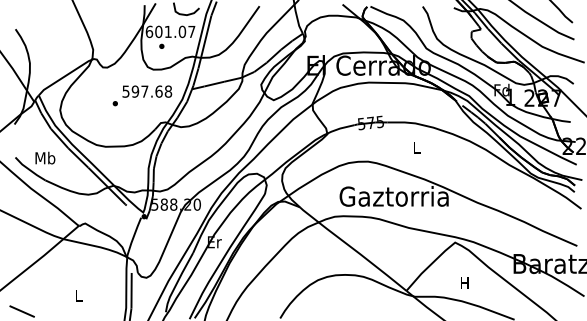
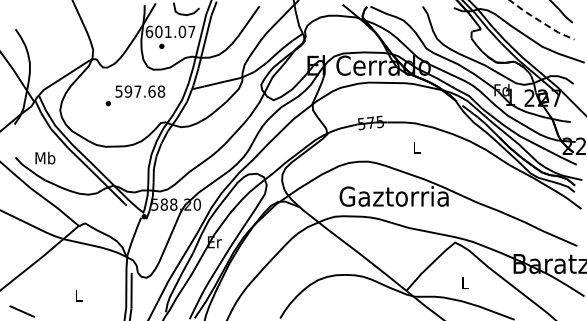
line at (541, 21): solid -> dashed
text at (142, 95) position: (142, 95) -> (135, 95)
text at (464, 282): H -> L
